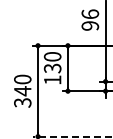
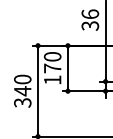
text at (90, 25): 96 -> 36
text at (52, 68): 130 -> 170
line at (72, 136): dashed -> solid
